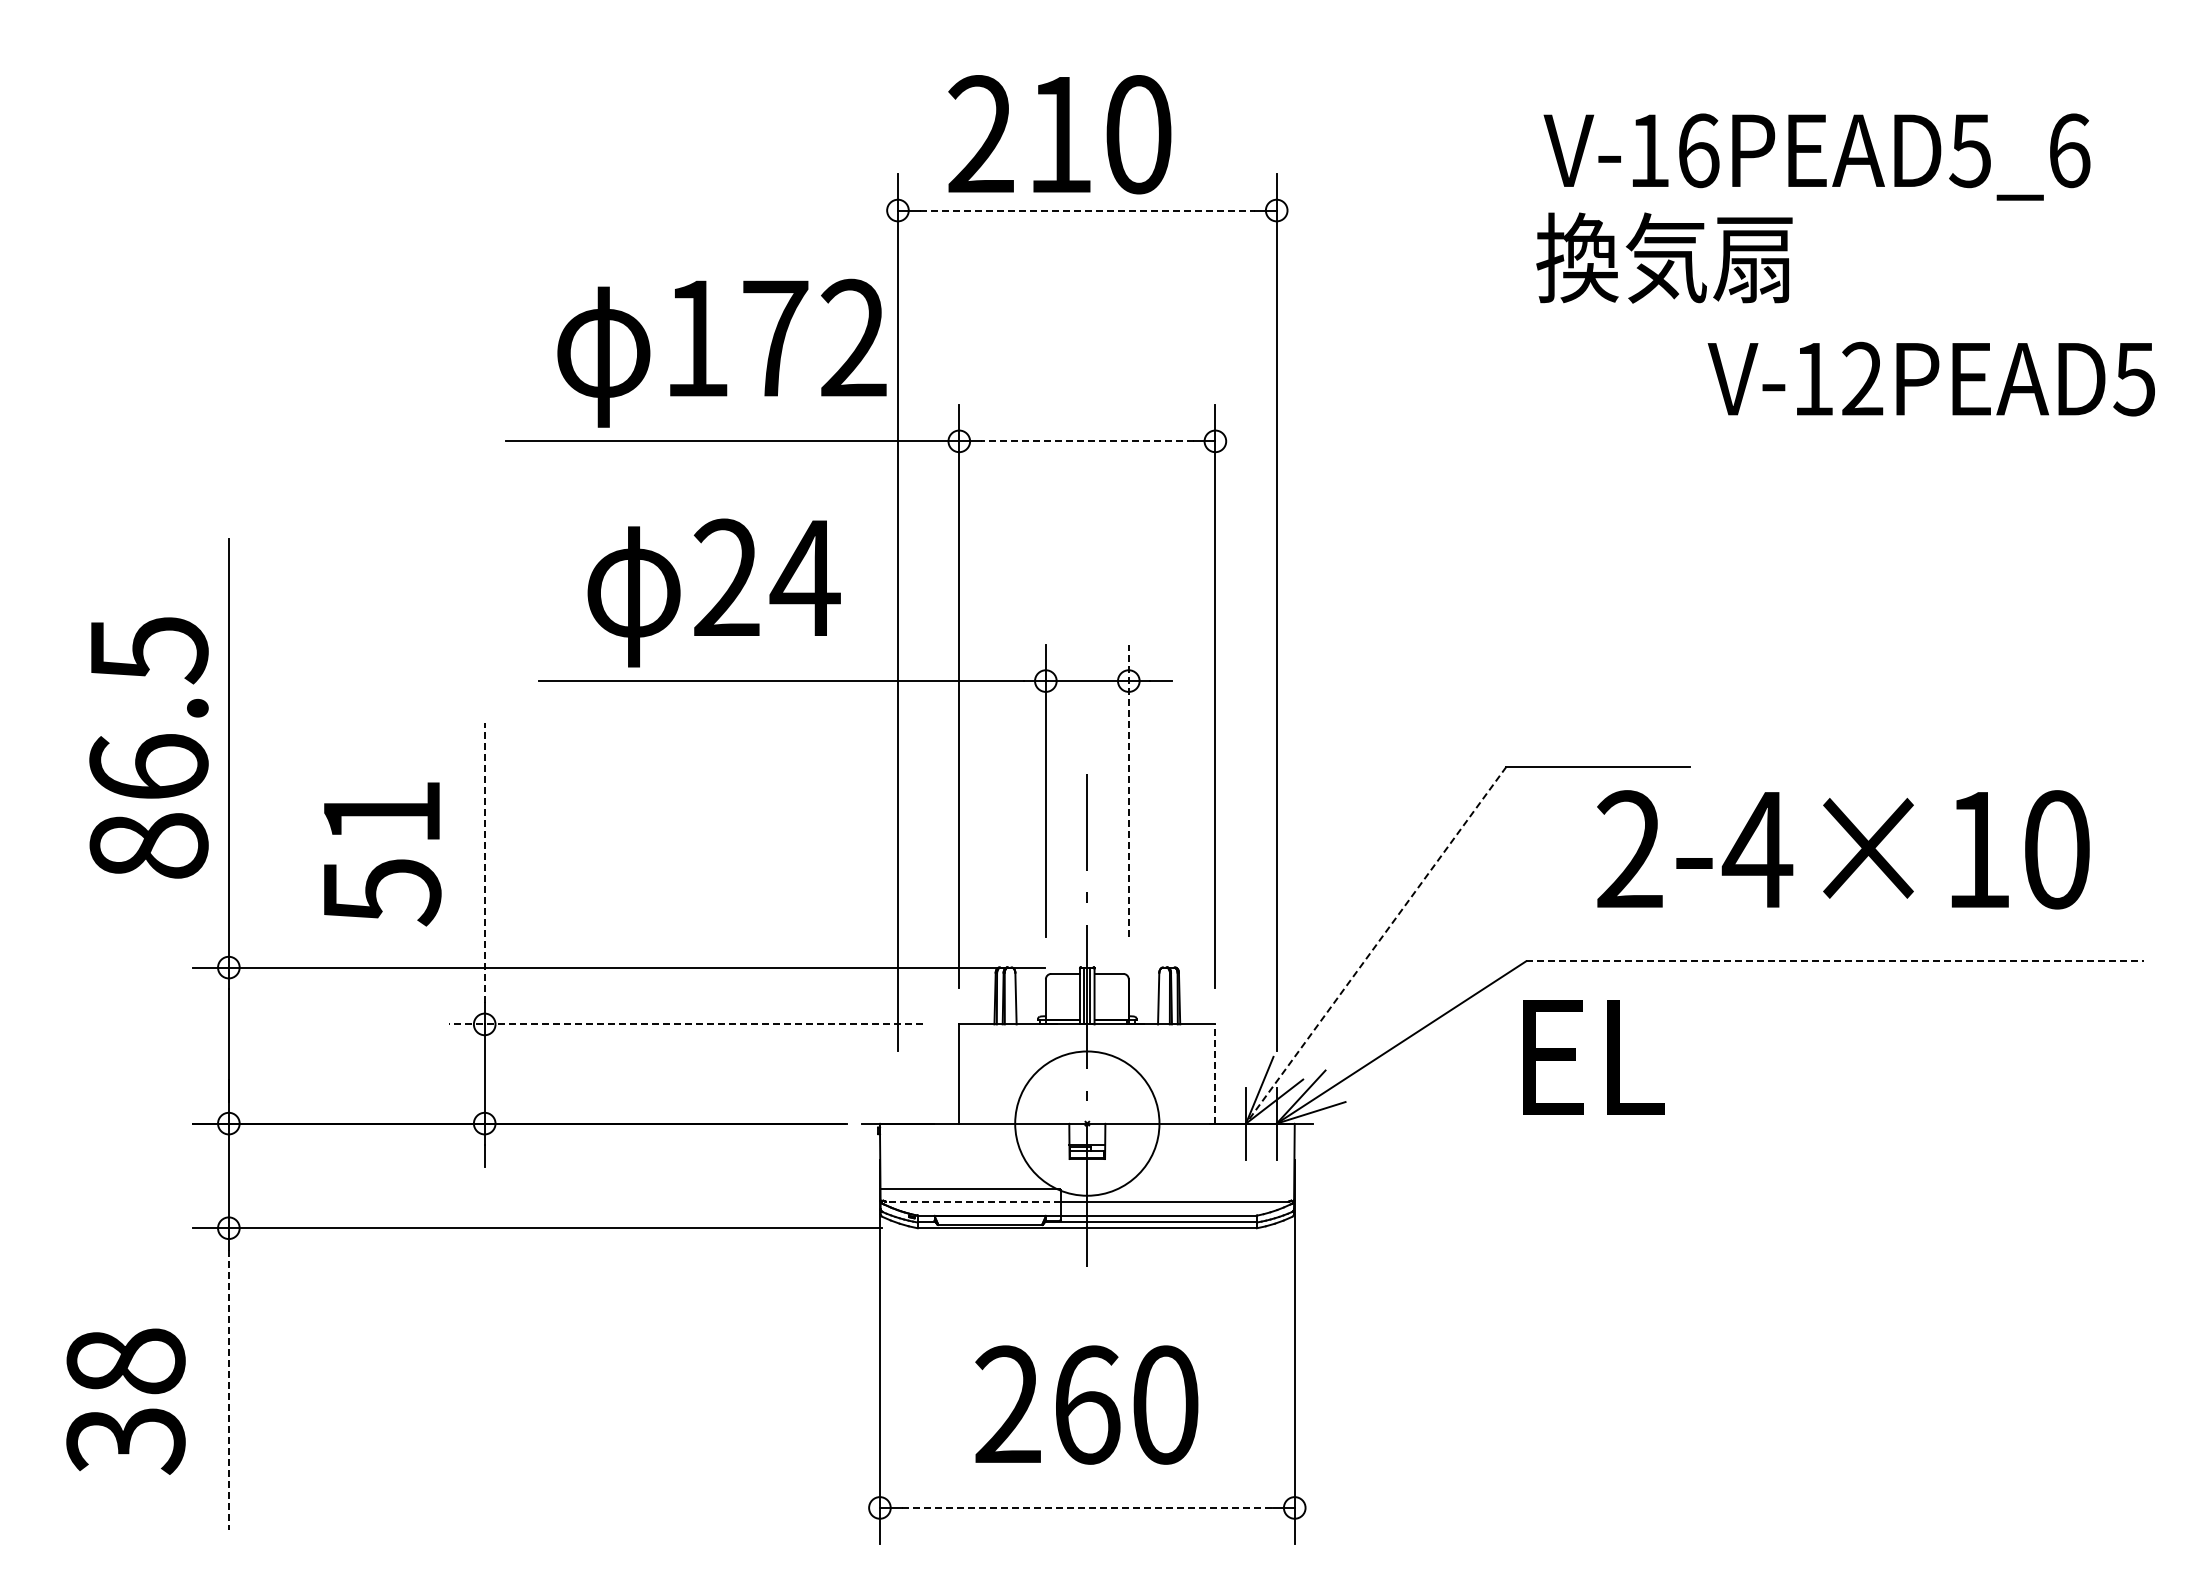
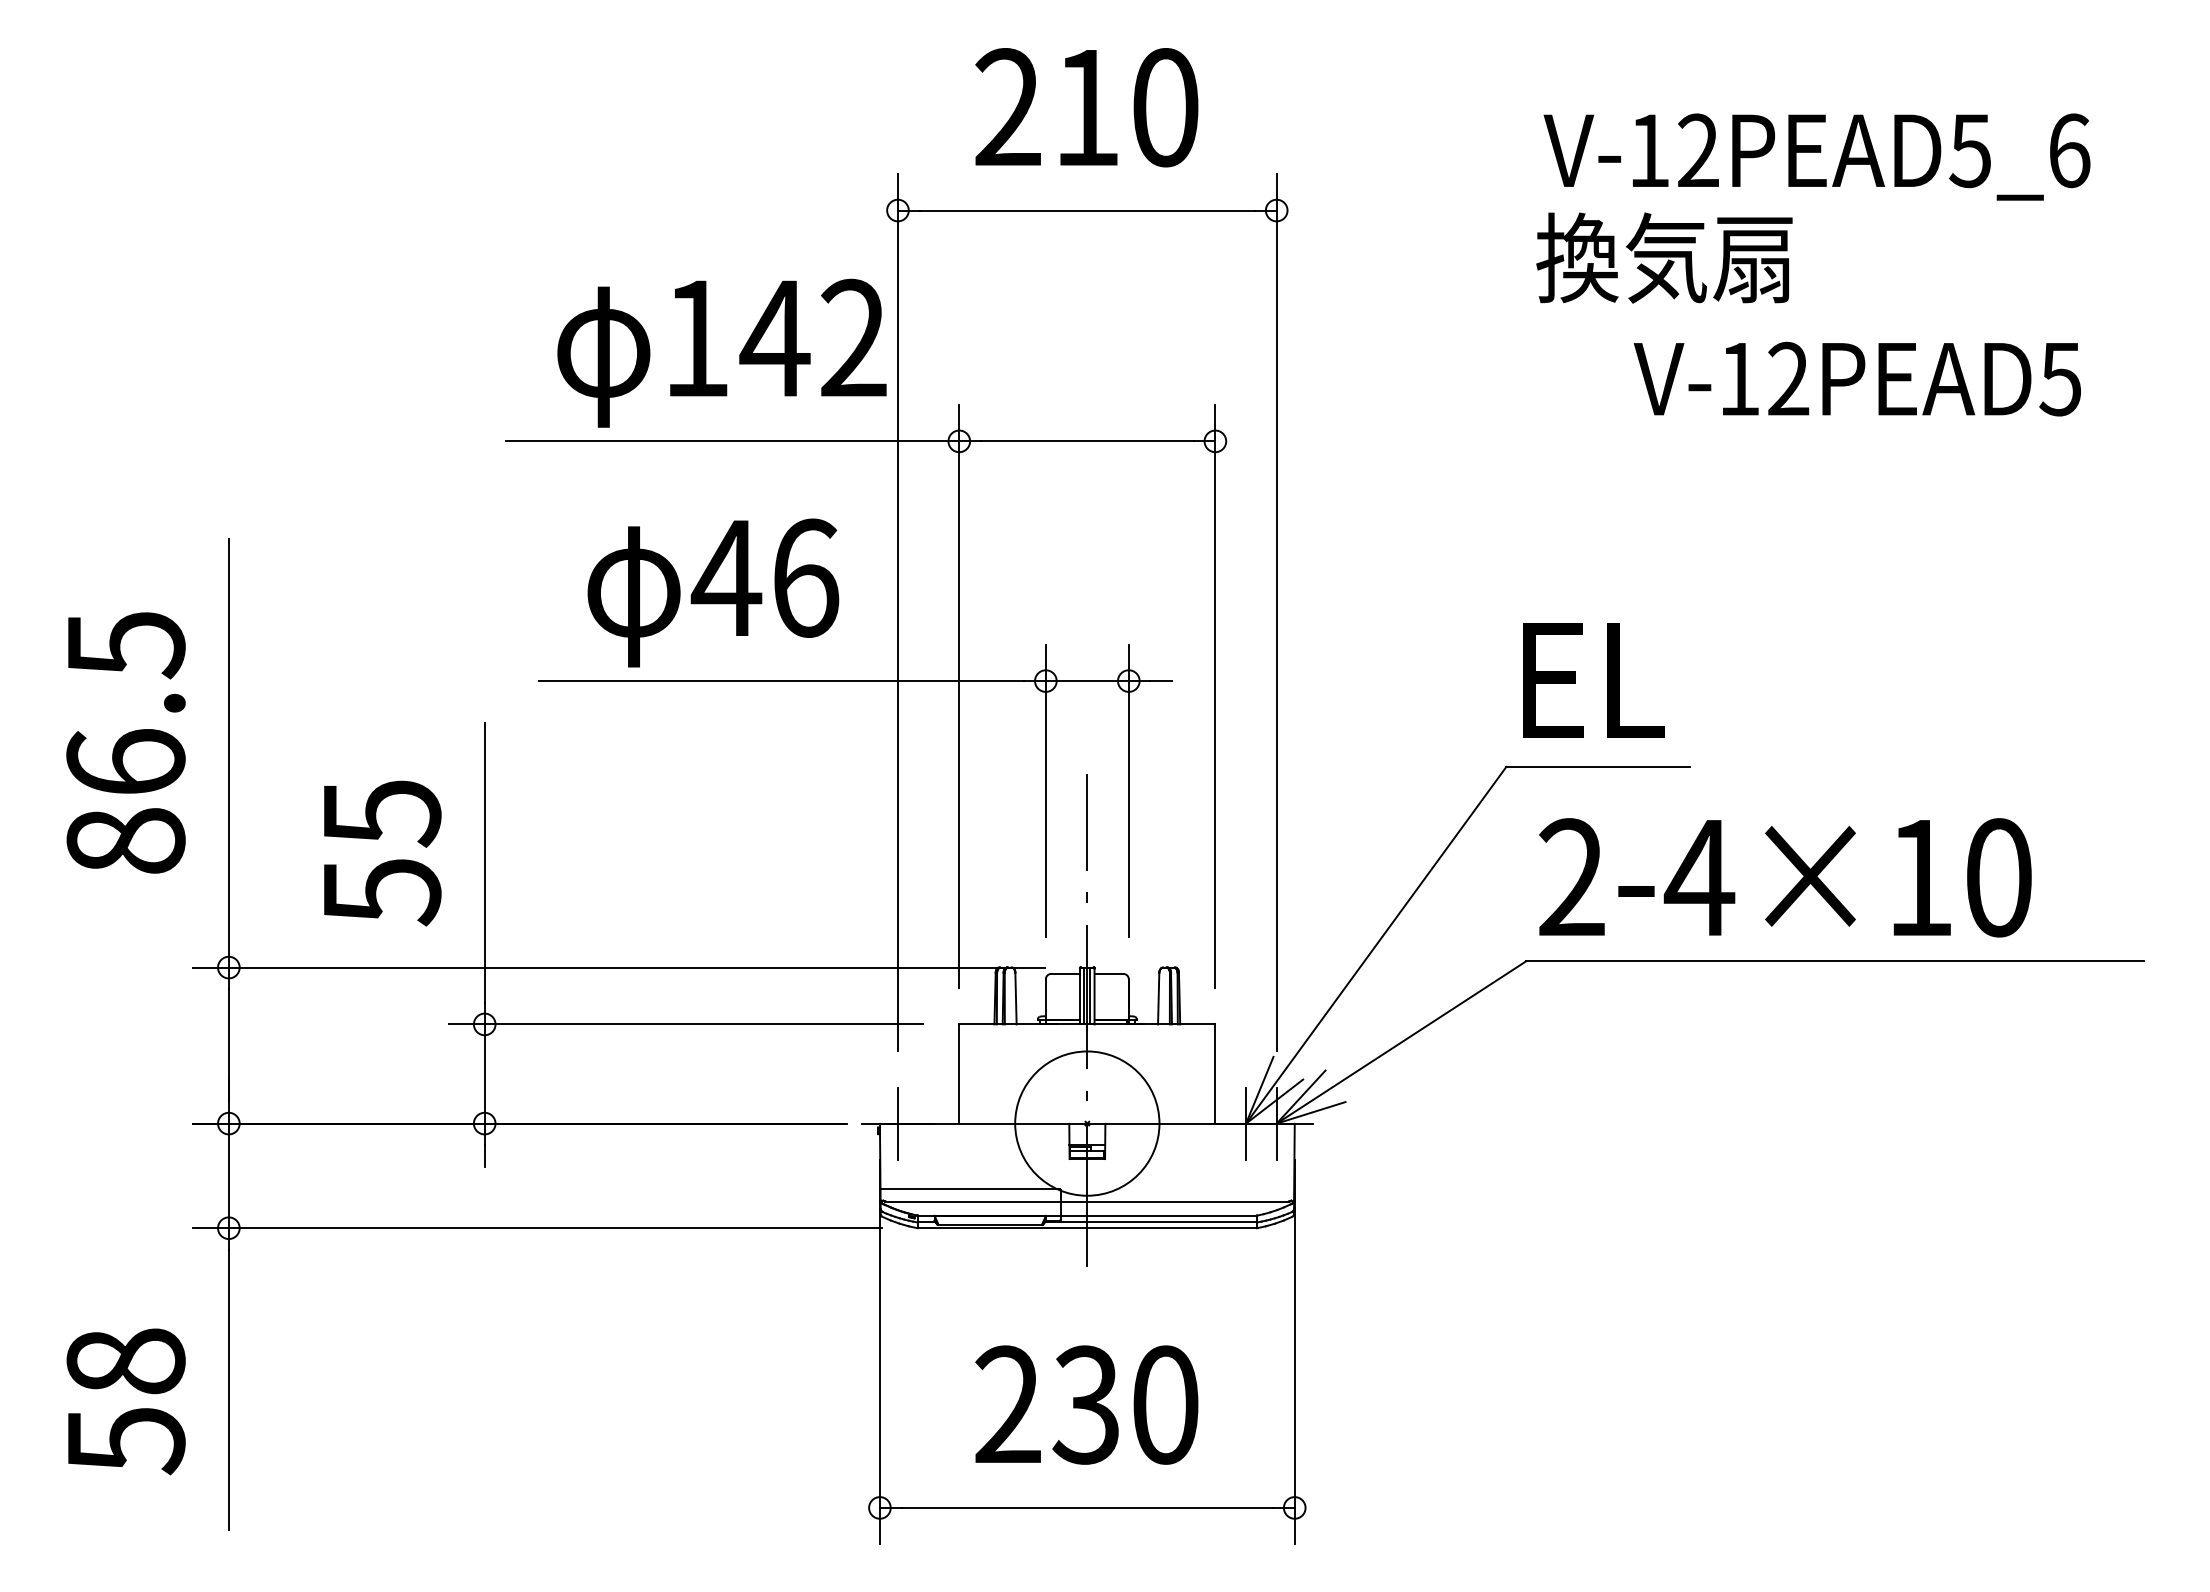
text at (1059, 134) position: (1059, 134) -> (1086, 107)
text at (1698, 150): V-16PEAD5_6 -> V-12PEAD5_6
line at (1087, 210): dashed -> solid
text at (774, 338): 172 -> 142
text at (1930, 378) position: (1930, 378) -> (1856, 378)
line at (1086, 441): dashed -> solid
text at (765, 577): 24 -> 46
text at (148, 747) position: (148, 747) -> (125, 742)
line at (1128, 790): dashed -> solid
text at (382, 813): 51 -> 55
text at (1843, 849) position: (1843, 849) -> (1785, 877)
line at (484, 862): dashed -> solid
line at (1376, 945): dashed -> solid
line at (1834, 961): dashed -> solid
line at (685, 1024): dashed -> solid
text at (1593, 1057) position: (1593, 1057) -> (1593, 680)
line at (1215, 1074): dashed -> solid
line at (897, 1123): none -> present
line at (972, 1201): dashed -> solid
line at (228, 1390): dashed -> solid
text at (1086, 1404): 260 -> 230
text at (125, 1441): 38 -> 58
line at (1087, 1507): dashed -> solid
